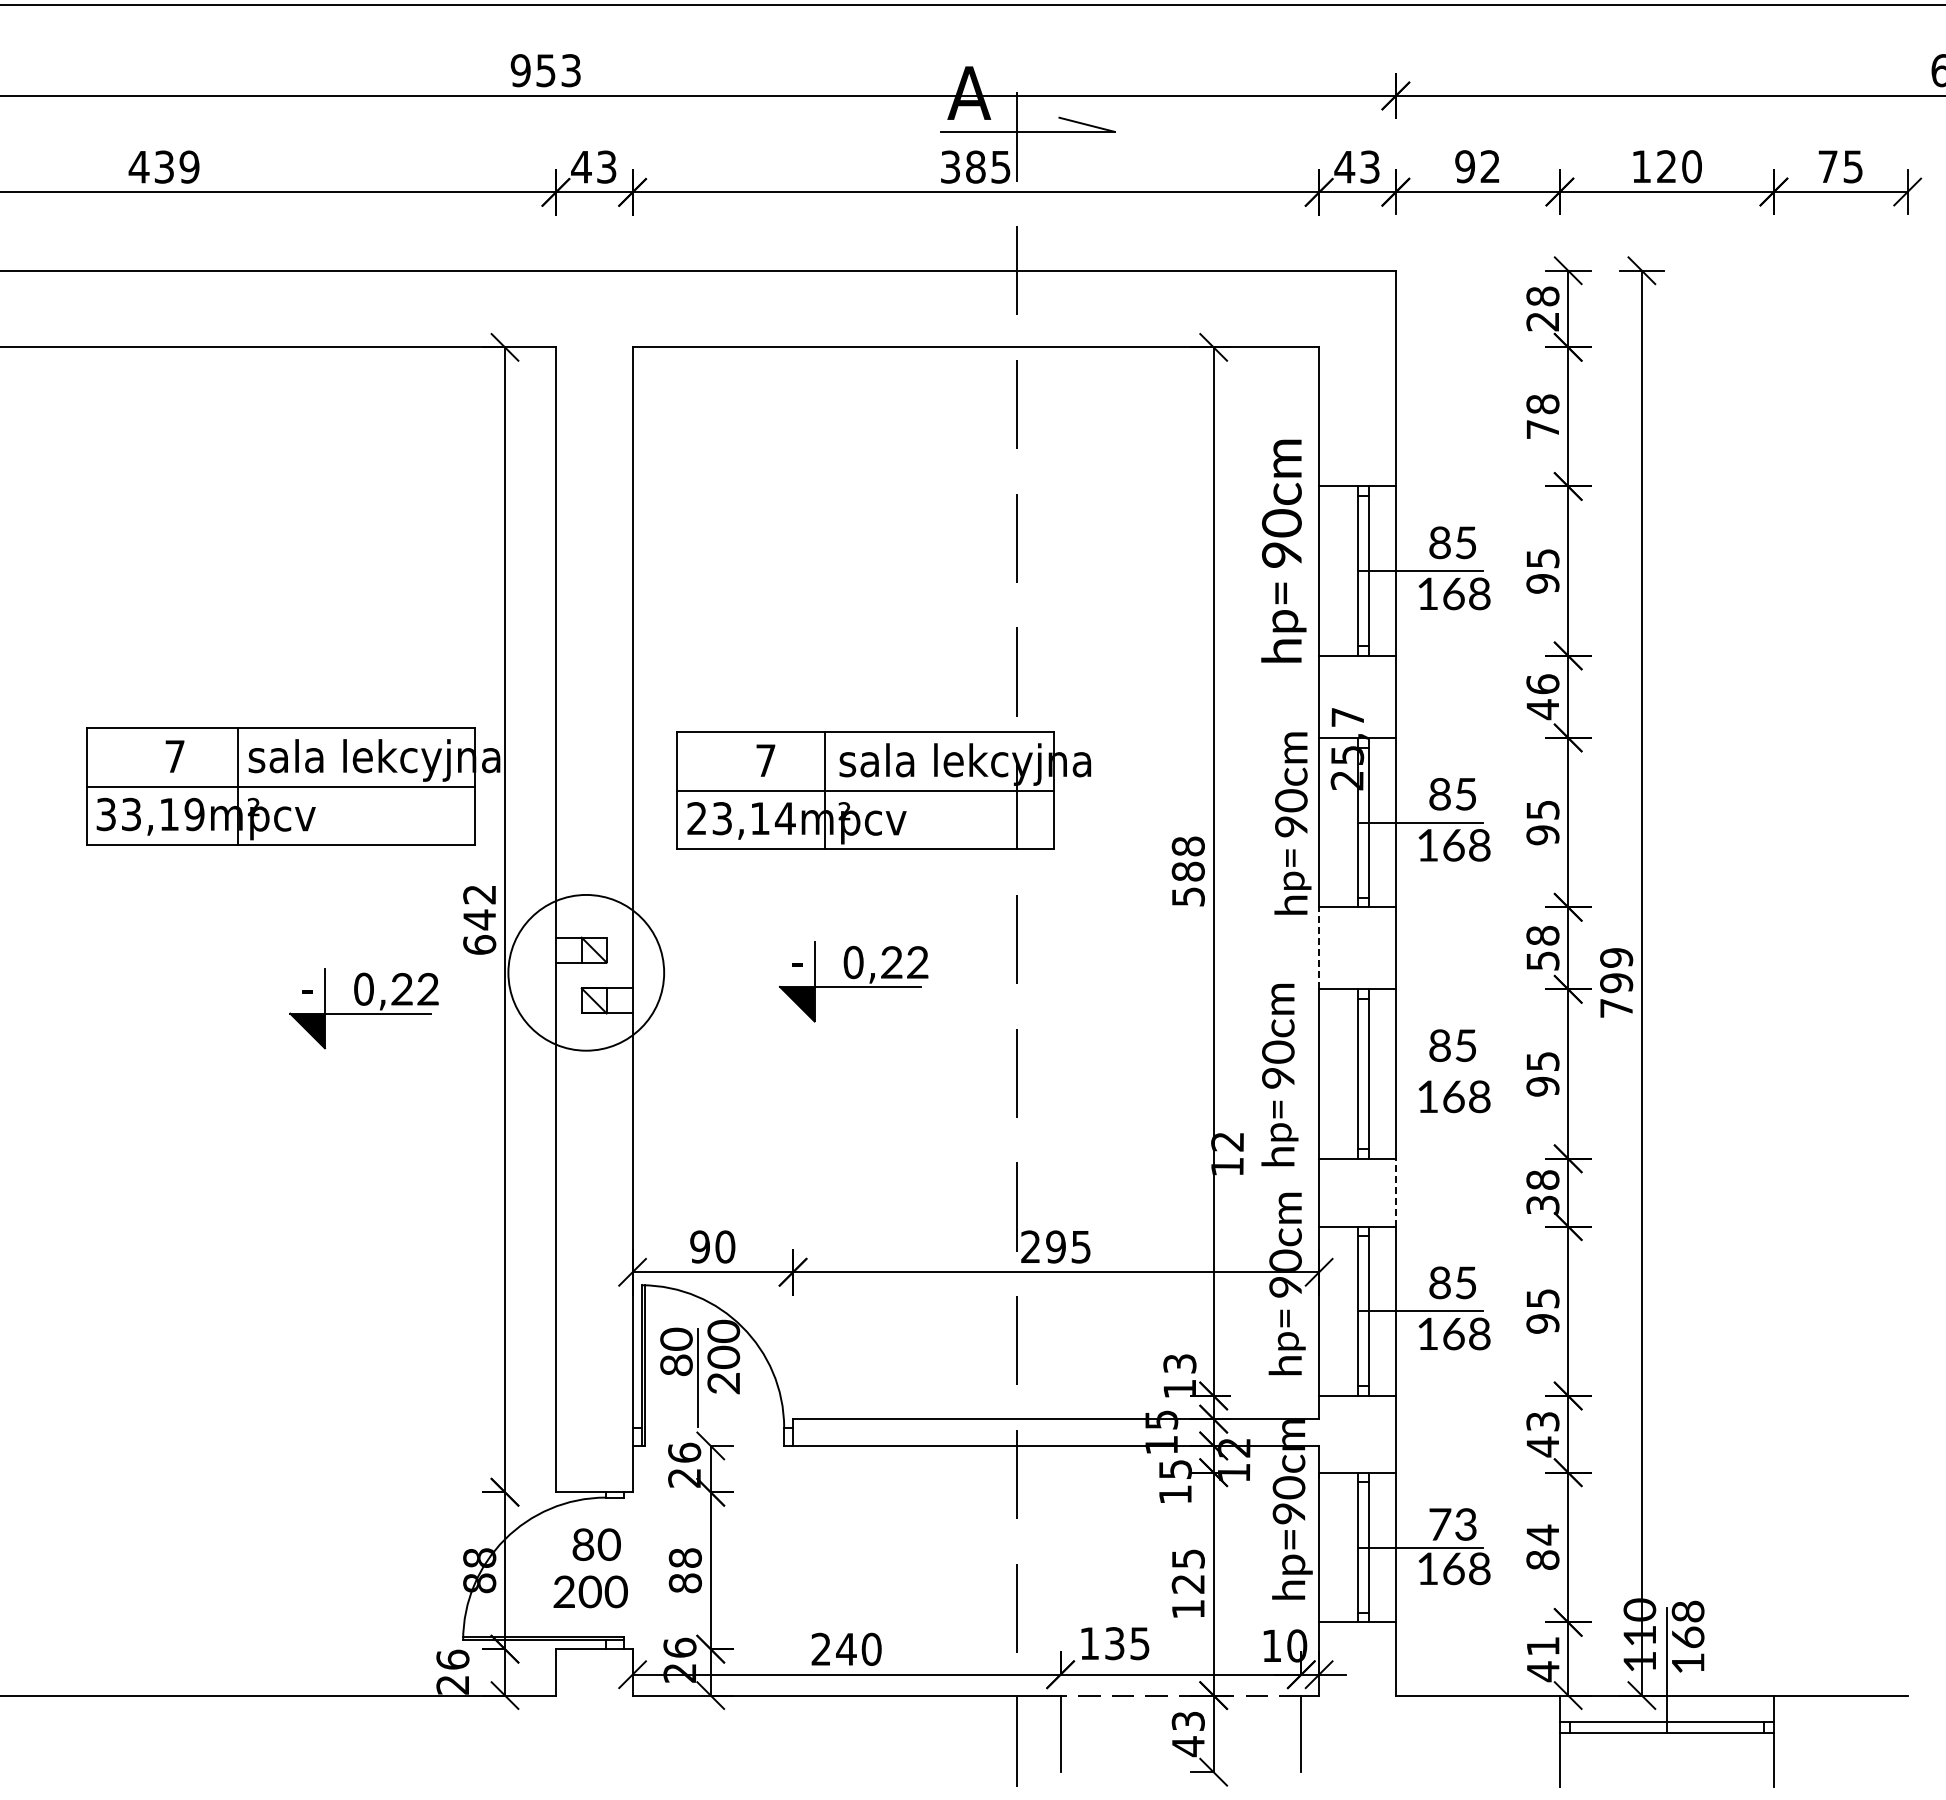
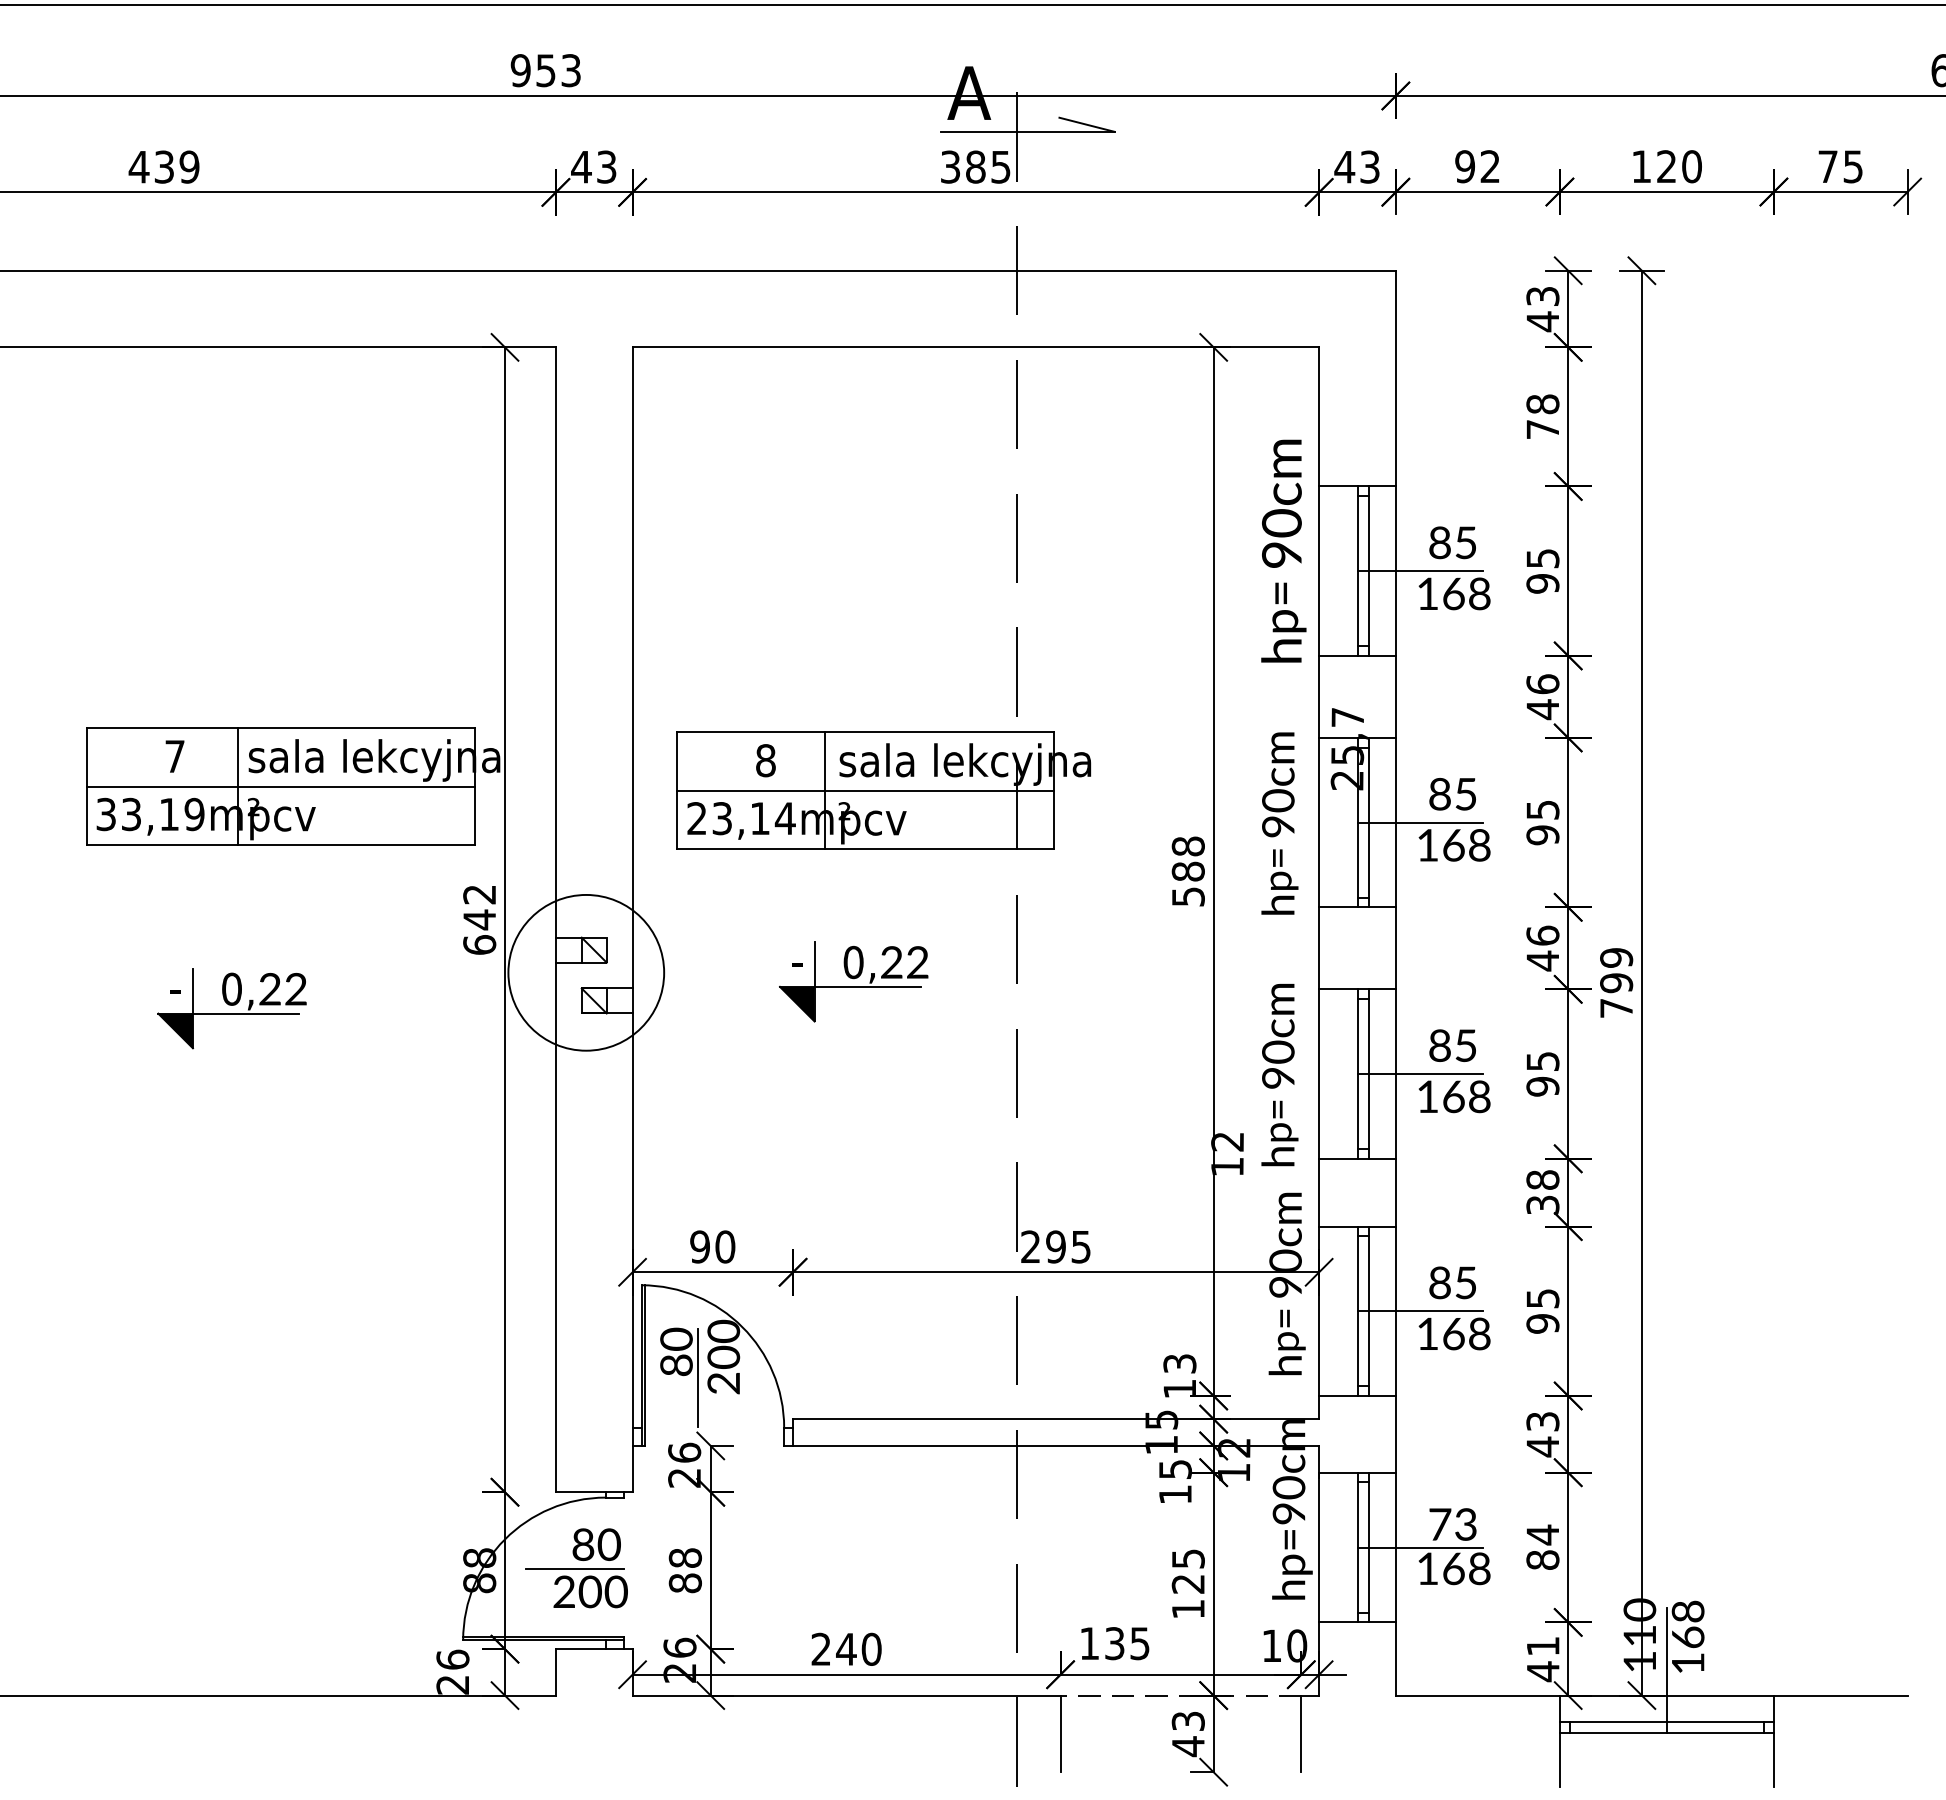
text at (1542, 309): 28 -> 43
text at (765, 760): 7 -> 8
text at (1292, 823) position: (1292, 823) -> (1279, 823)
line at (1319, 947): dashed -> solid
text at (1542, 948): 58 -> 46
part at (363, 1008) position: (363, 1008) -> (231, 1008)
line at (1420, 1074): none -> present
line at (1395, 1192): dashed -> solid
line at (574, 1568): none -> present
